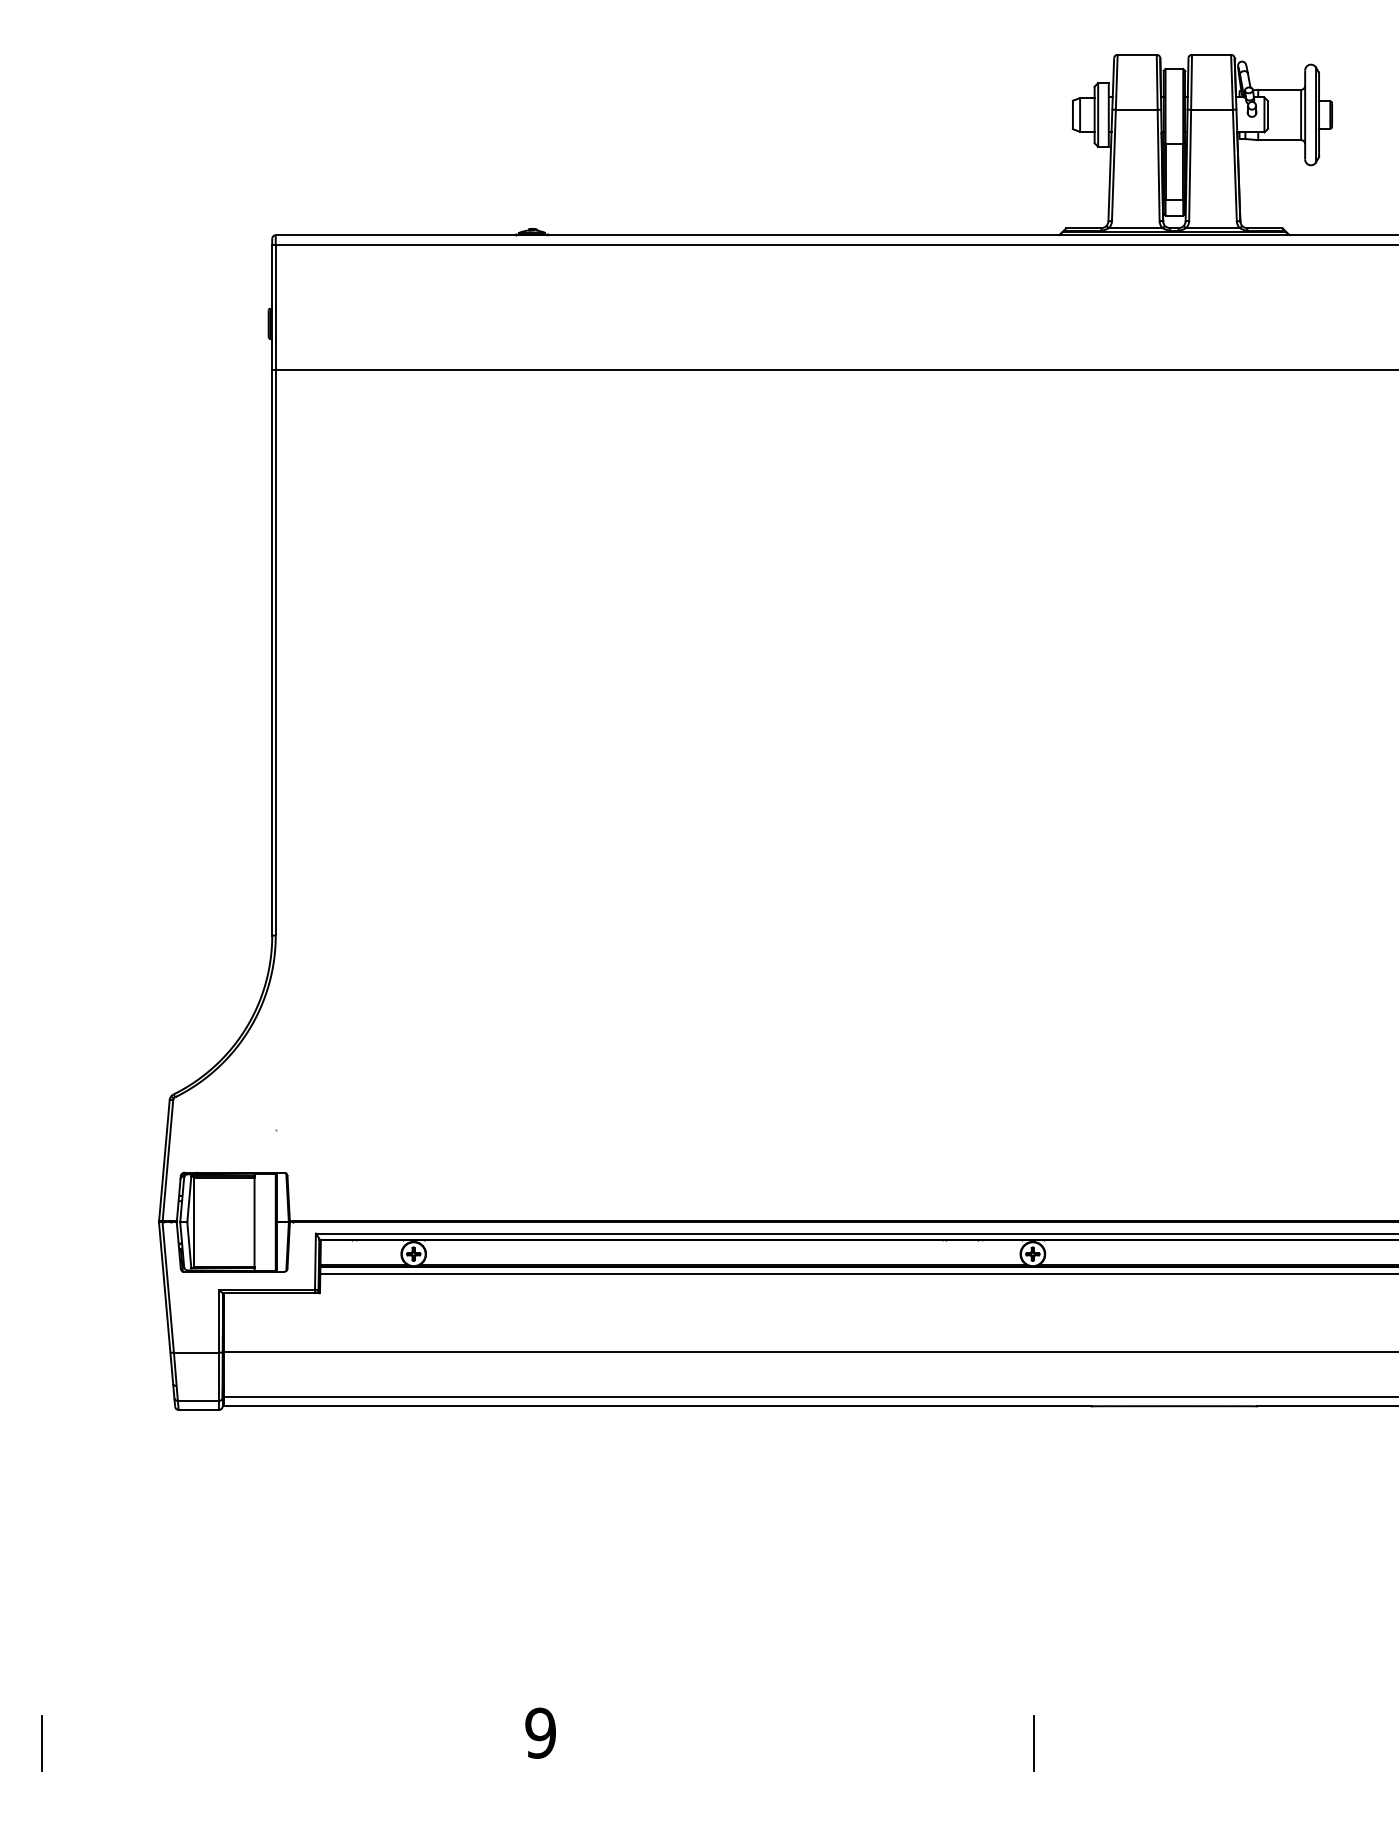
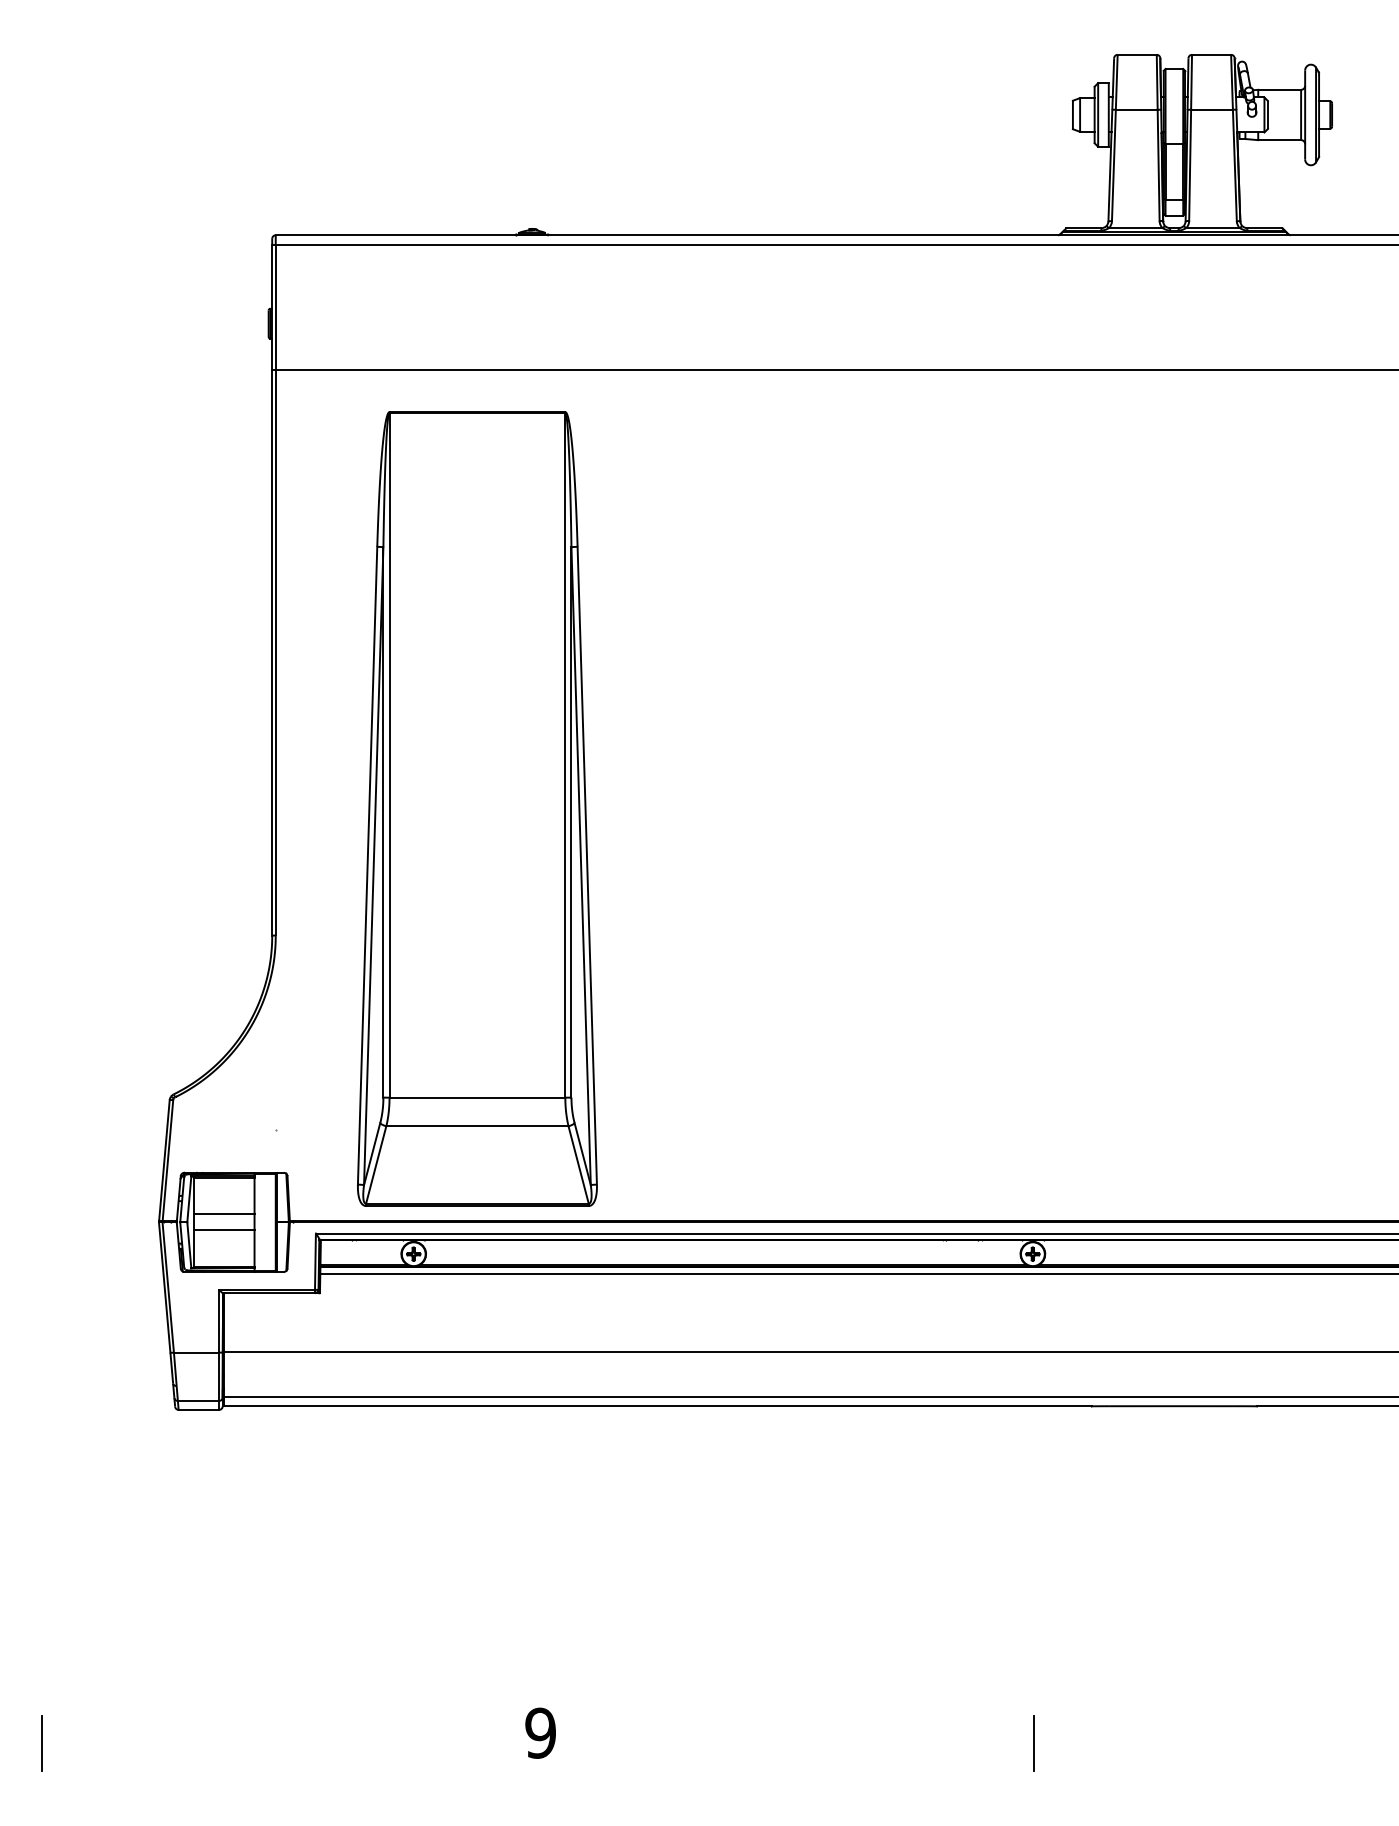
part at (477, 808): none -> present
line at (224, 1214): none -> present
line at (224, 1230): none -> present
